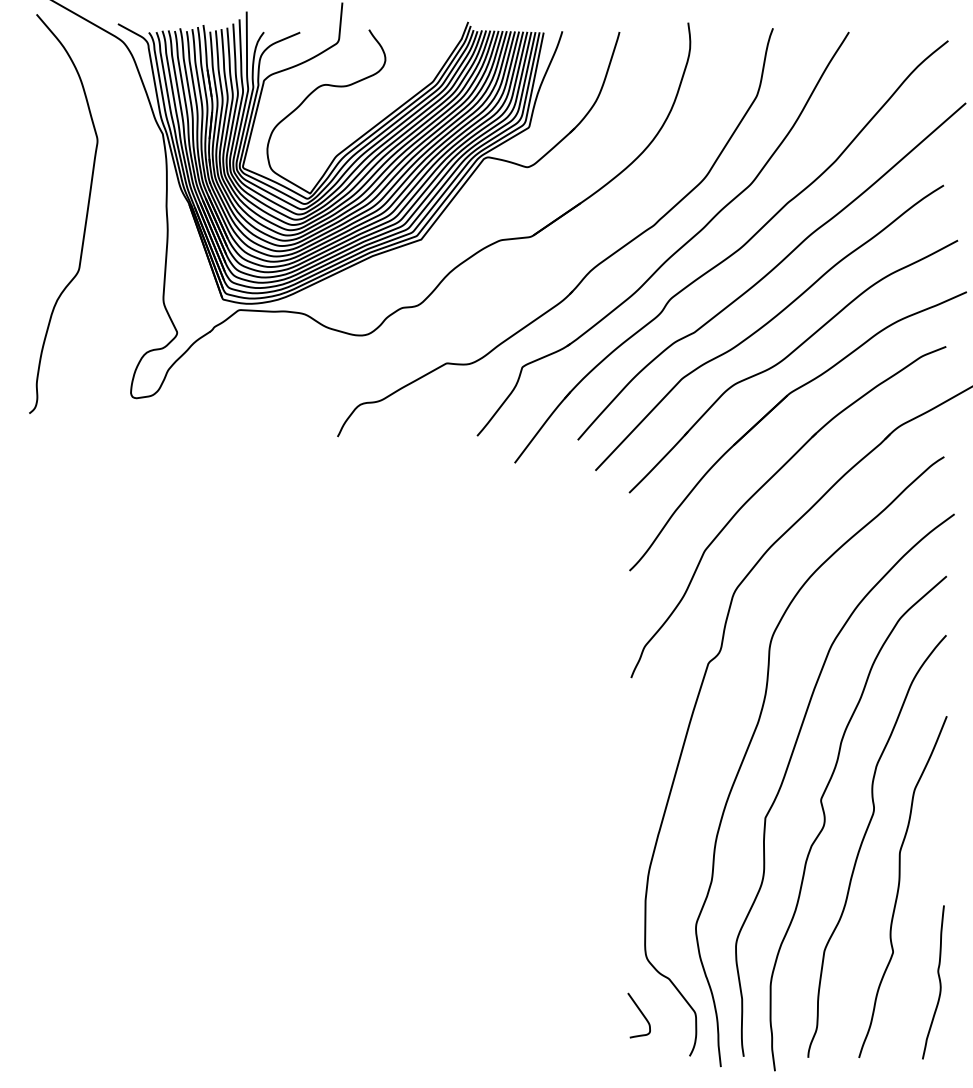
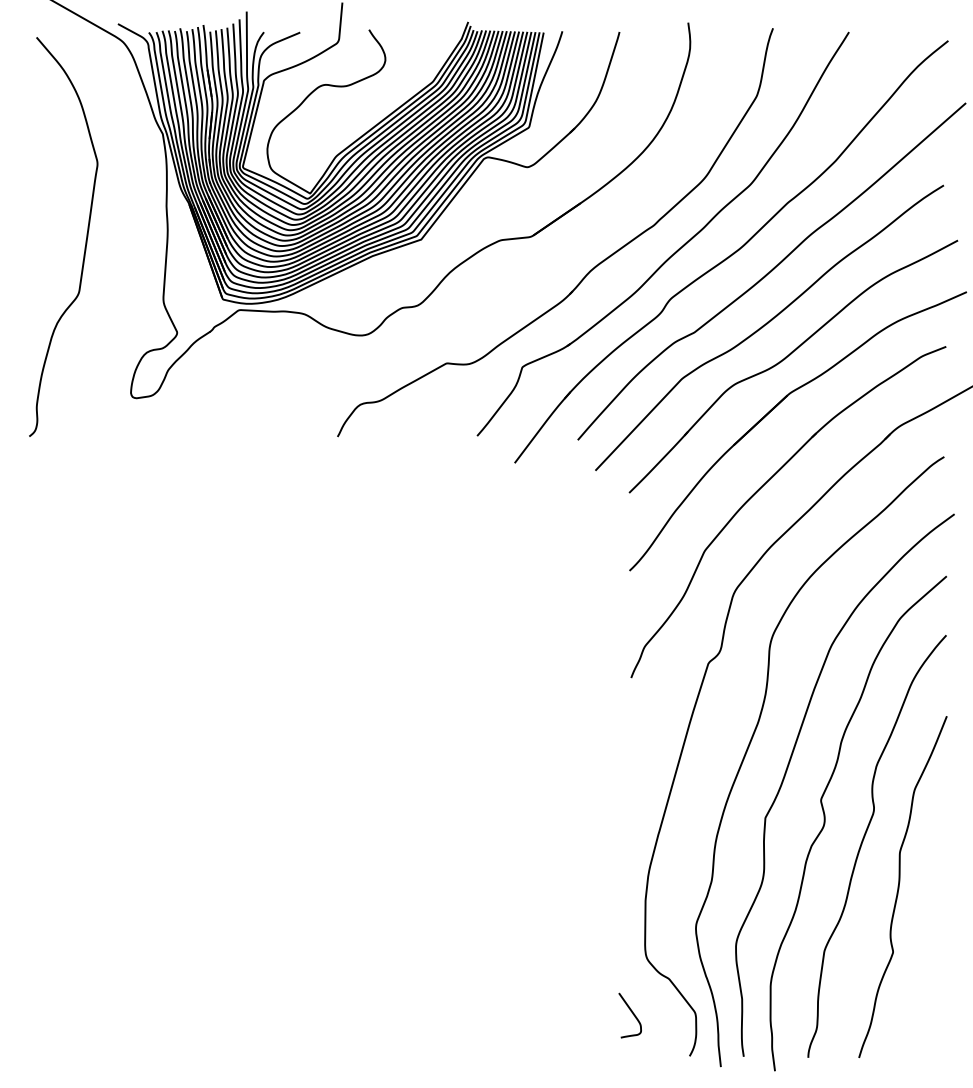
curve at (85, 217) position: (85, 217) -> (85, 240)
curve at (938, 979): present -> none
curve at (641, 1014) position: (641, 1014) -> (632, 1014)
